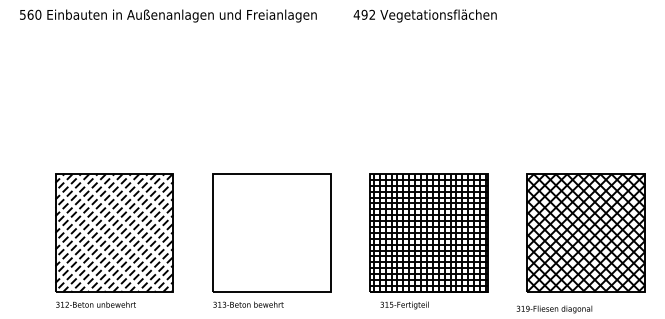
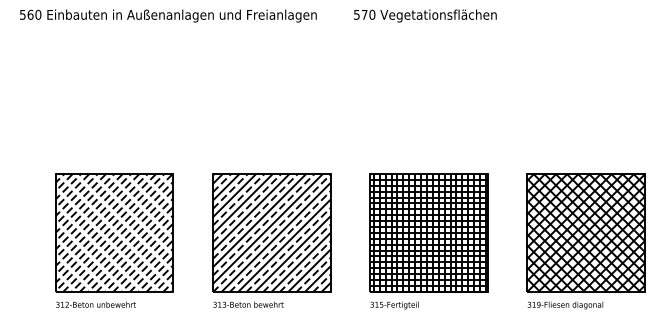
text at (364, 14): 492 -> 570
hatch at (271, 232): none -> present
text at (404, 305) position: (404, 305) -> (394, 305)
text at (554, 309) position: (554, 309) -> (565, 305)
